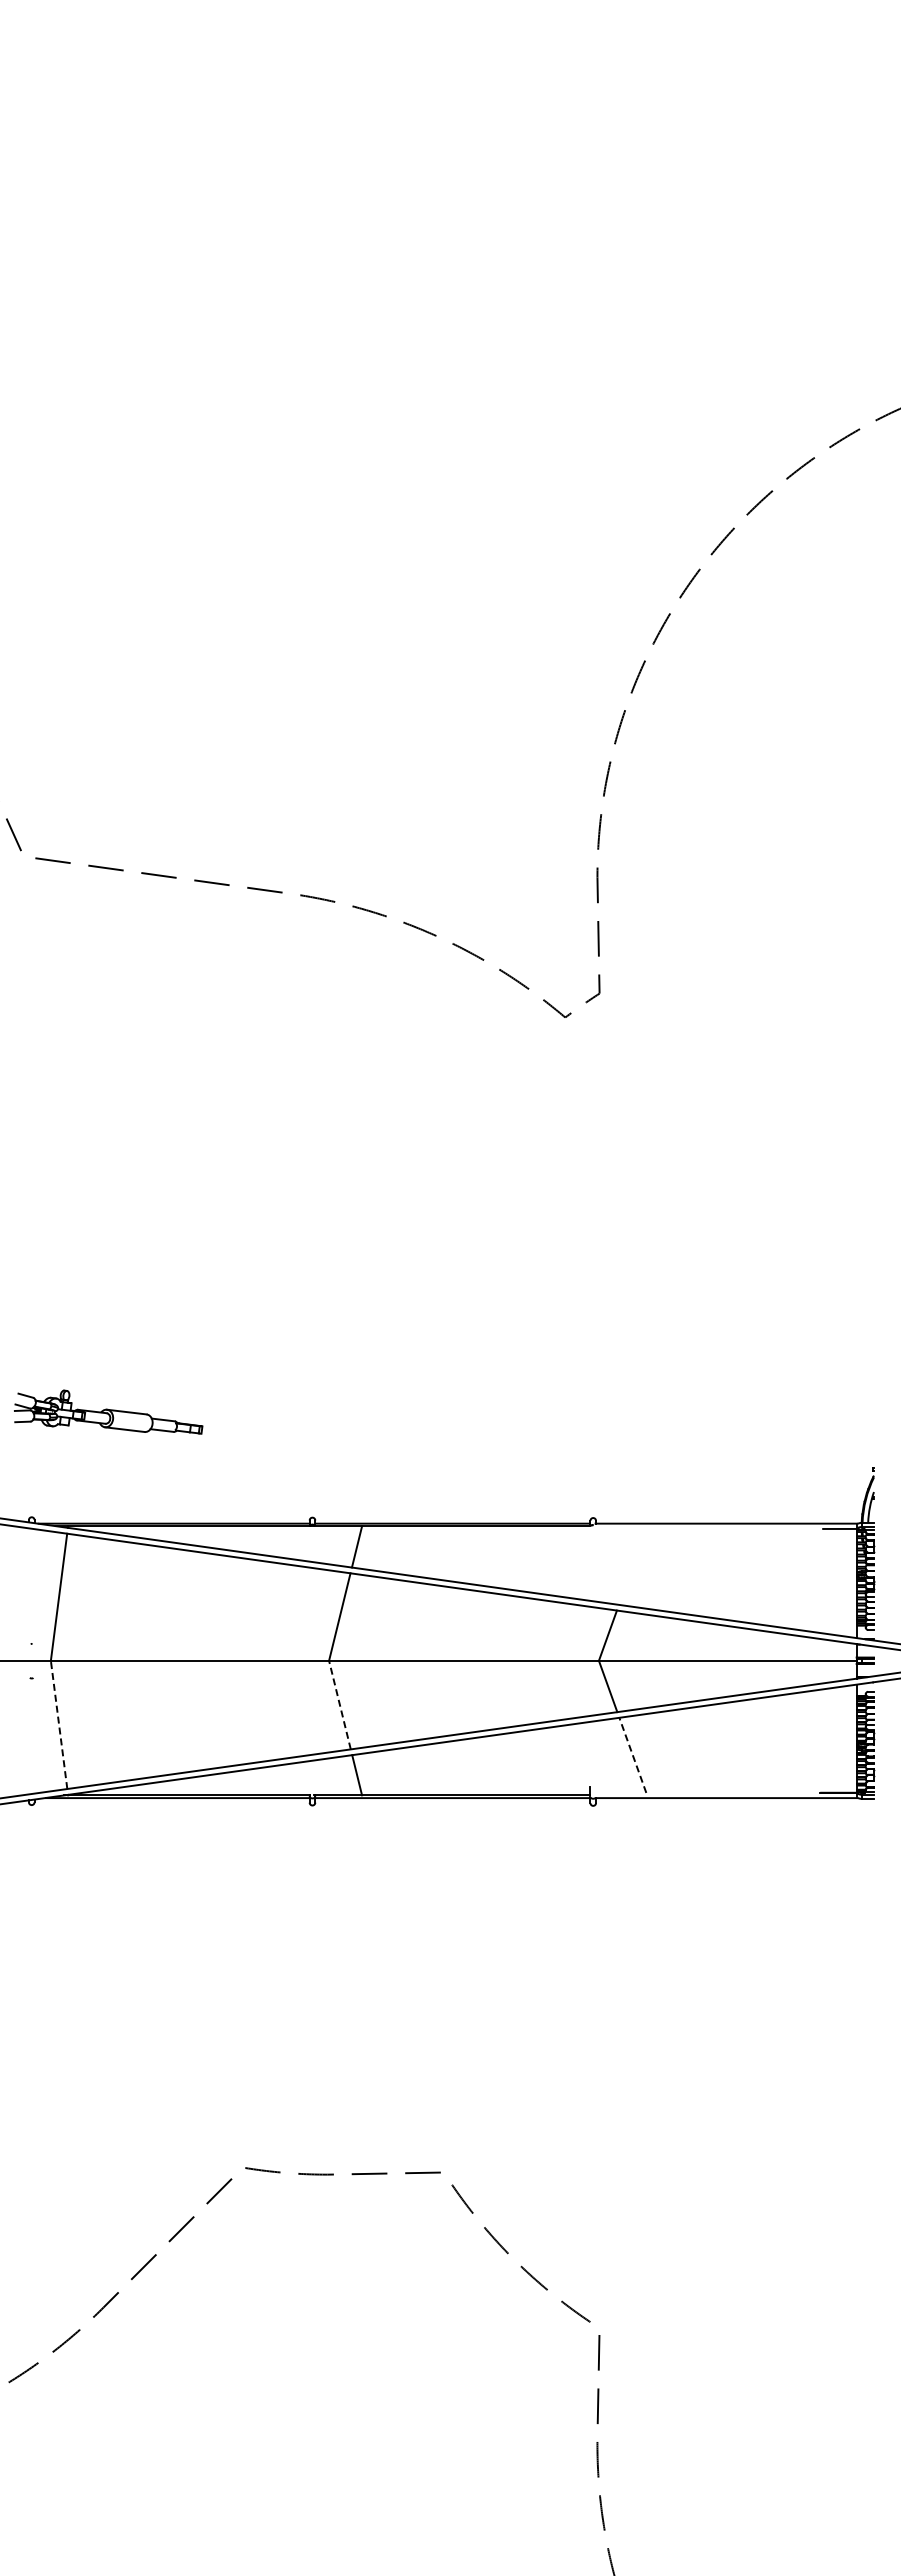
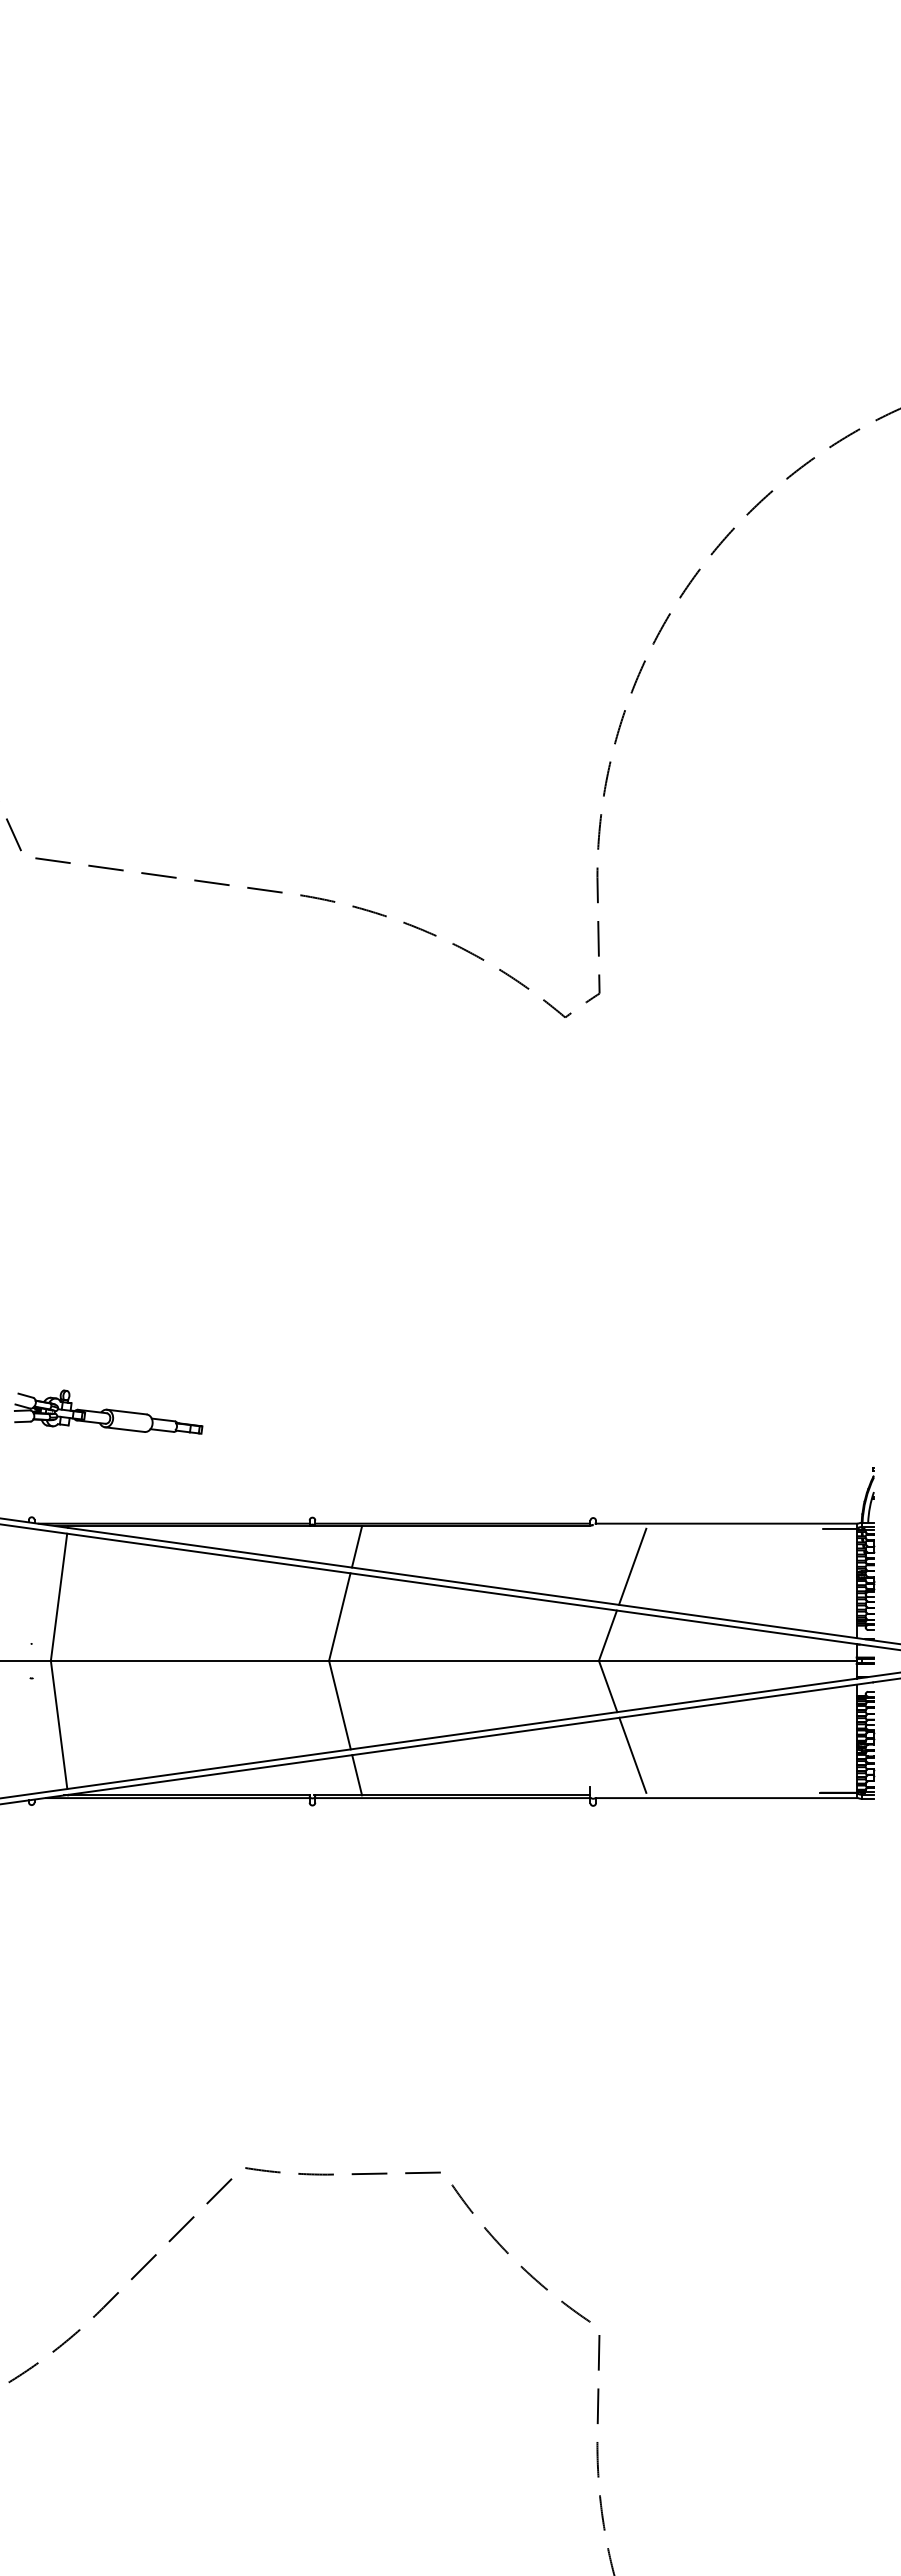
line at (632, 1566): none -> present
line at (339, 1705): dashed -> solid
line at (59, 1724): dashed -> solid
line at (632, 1755): dashed -> solid
